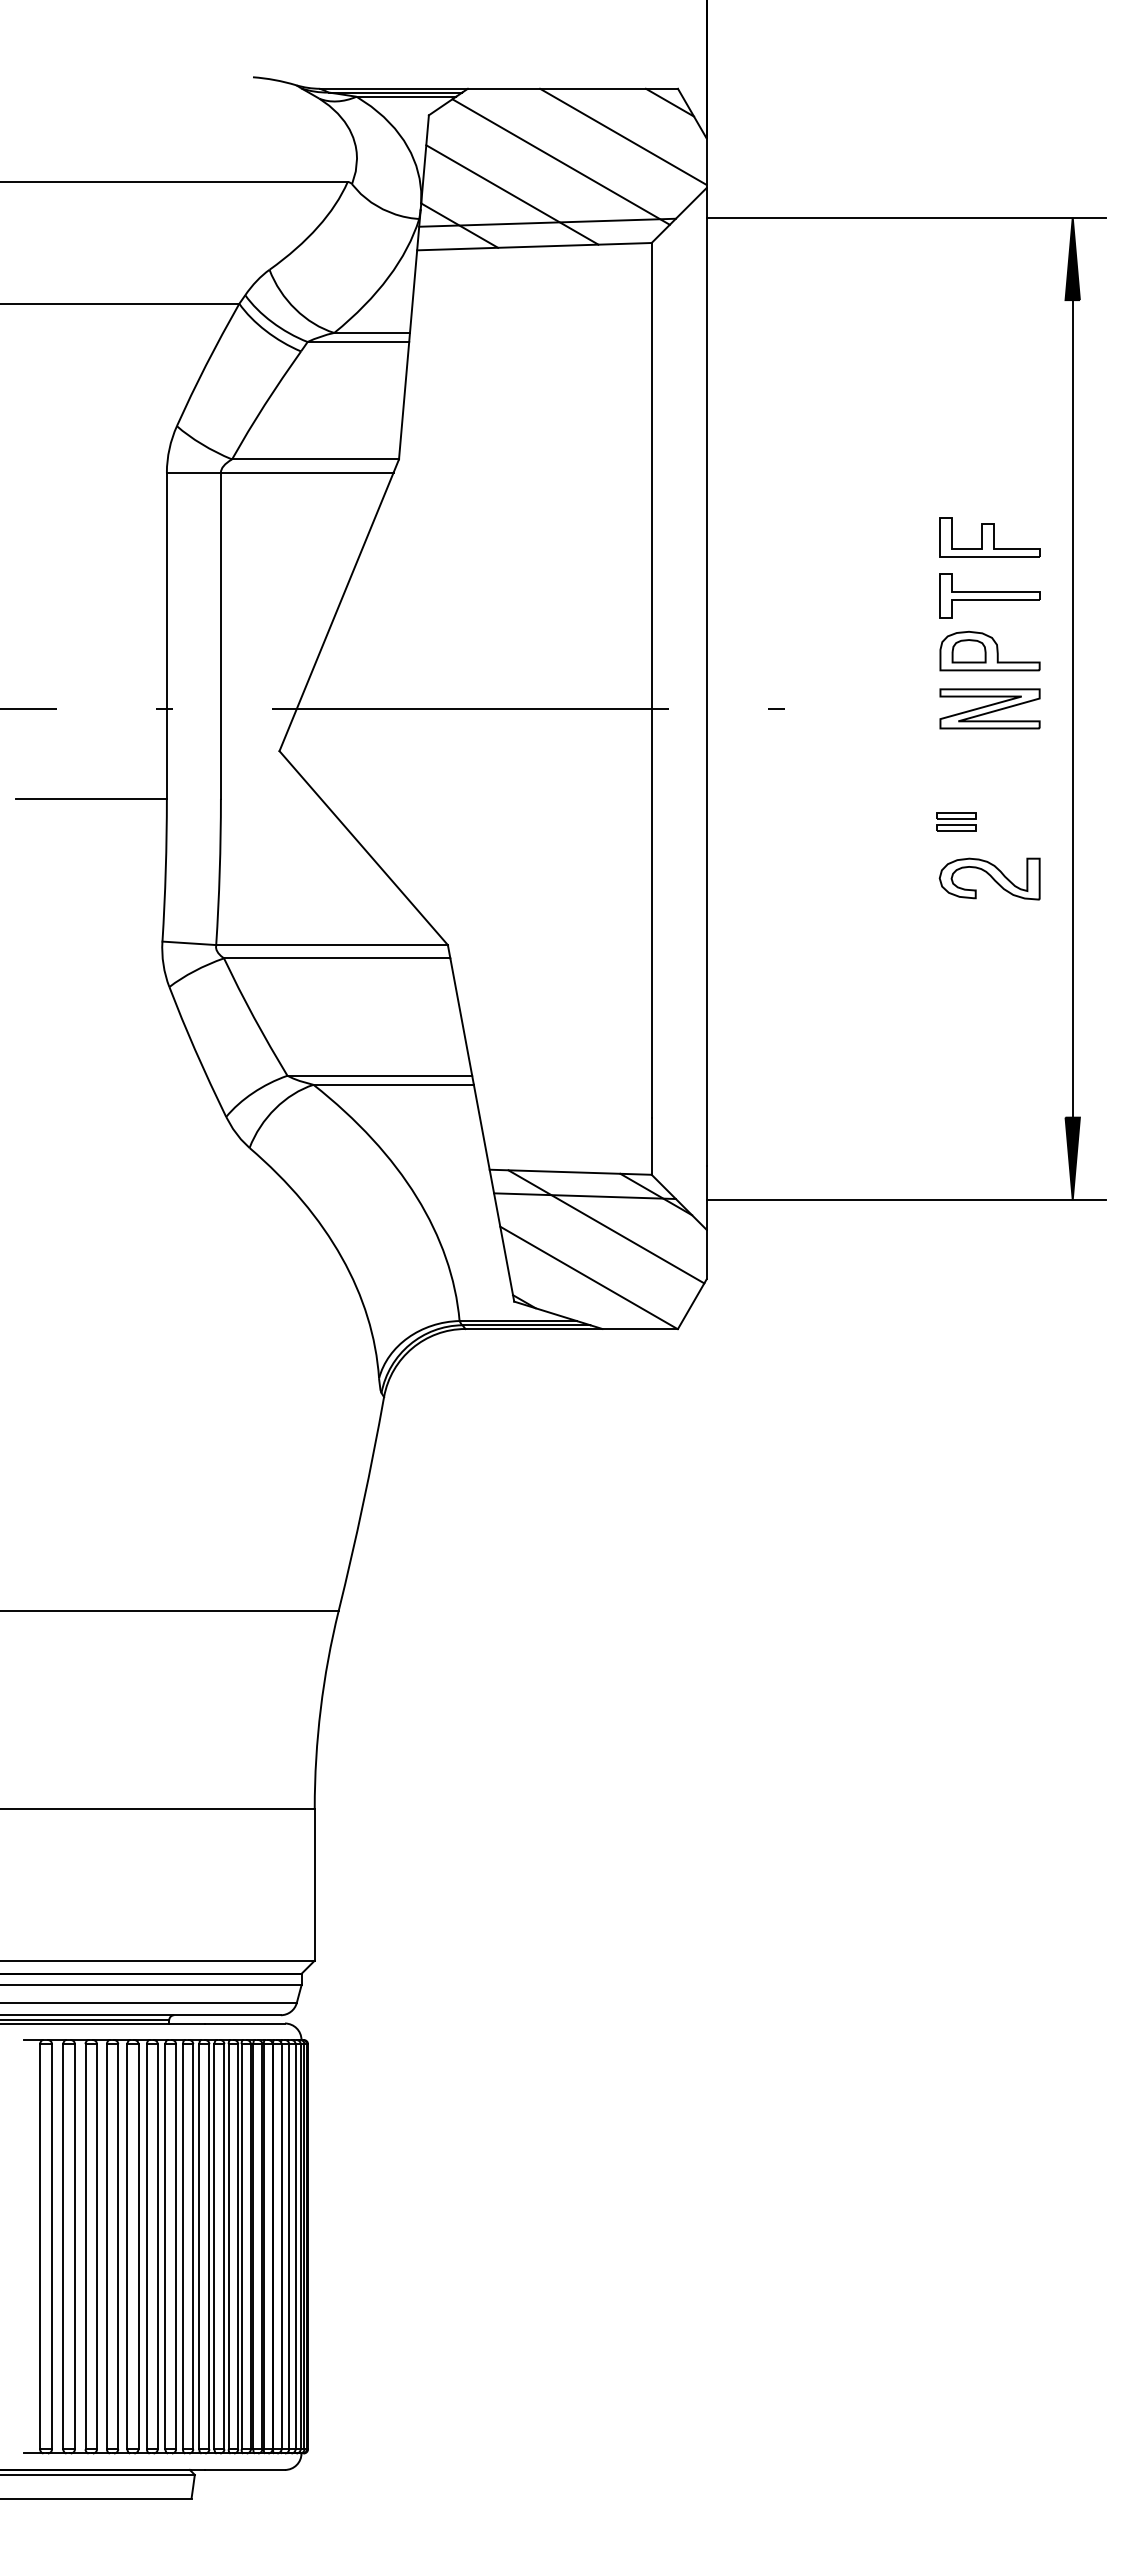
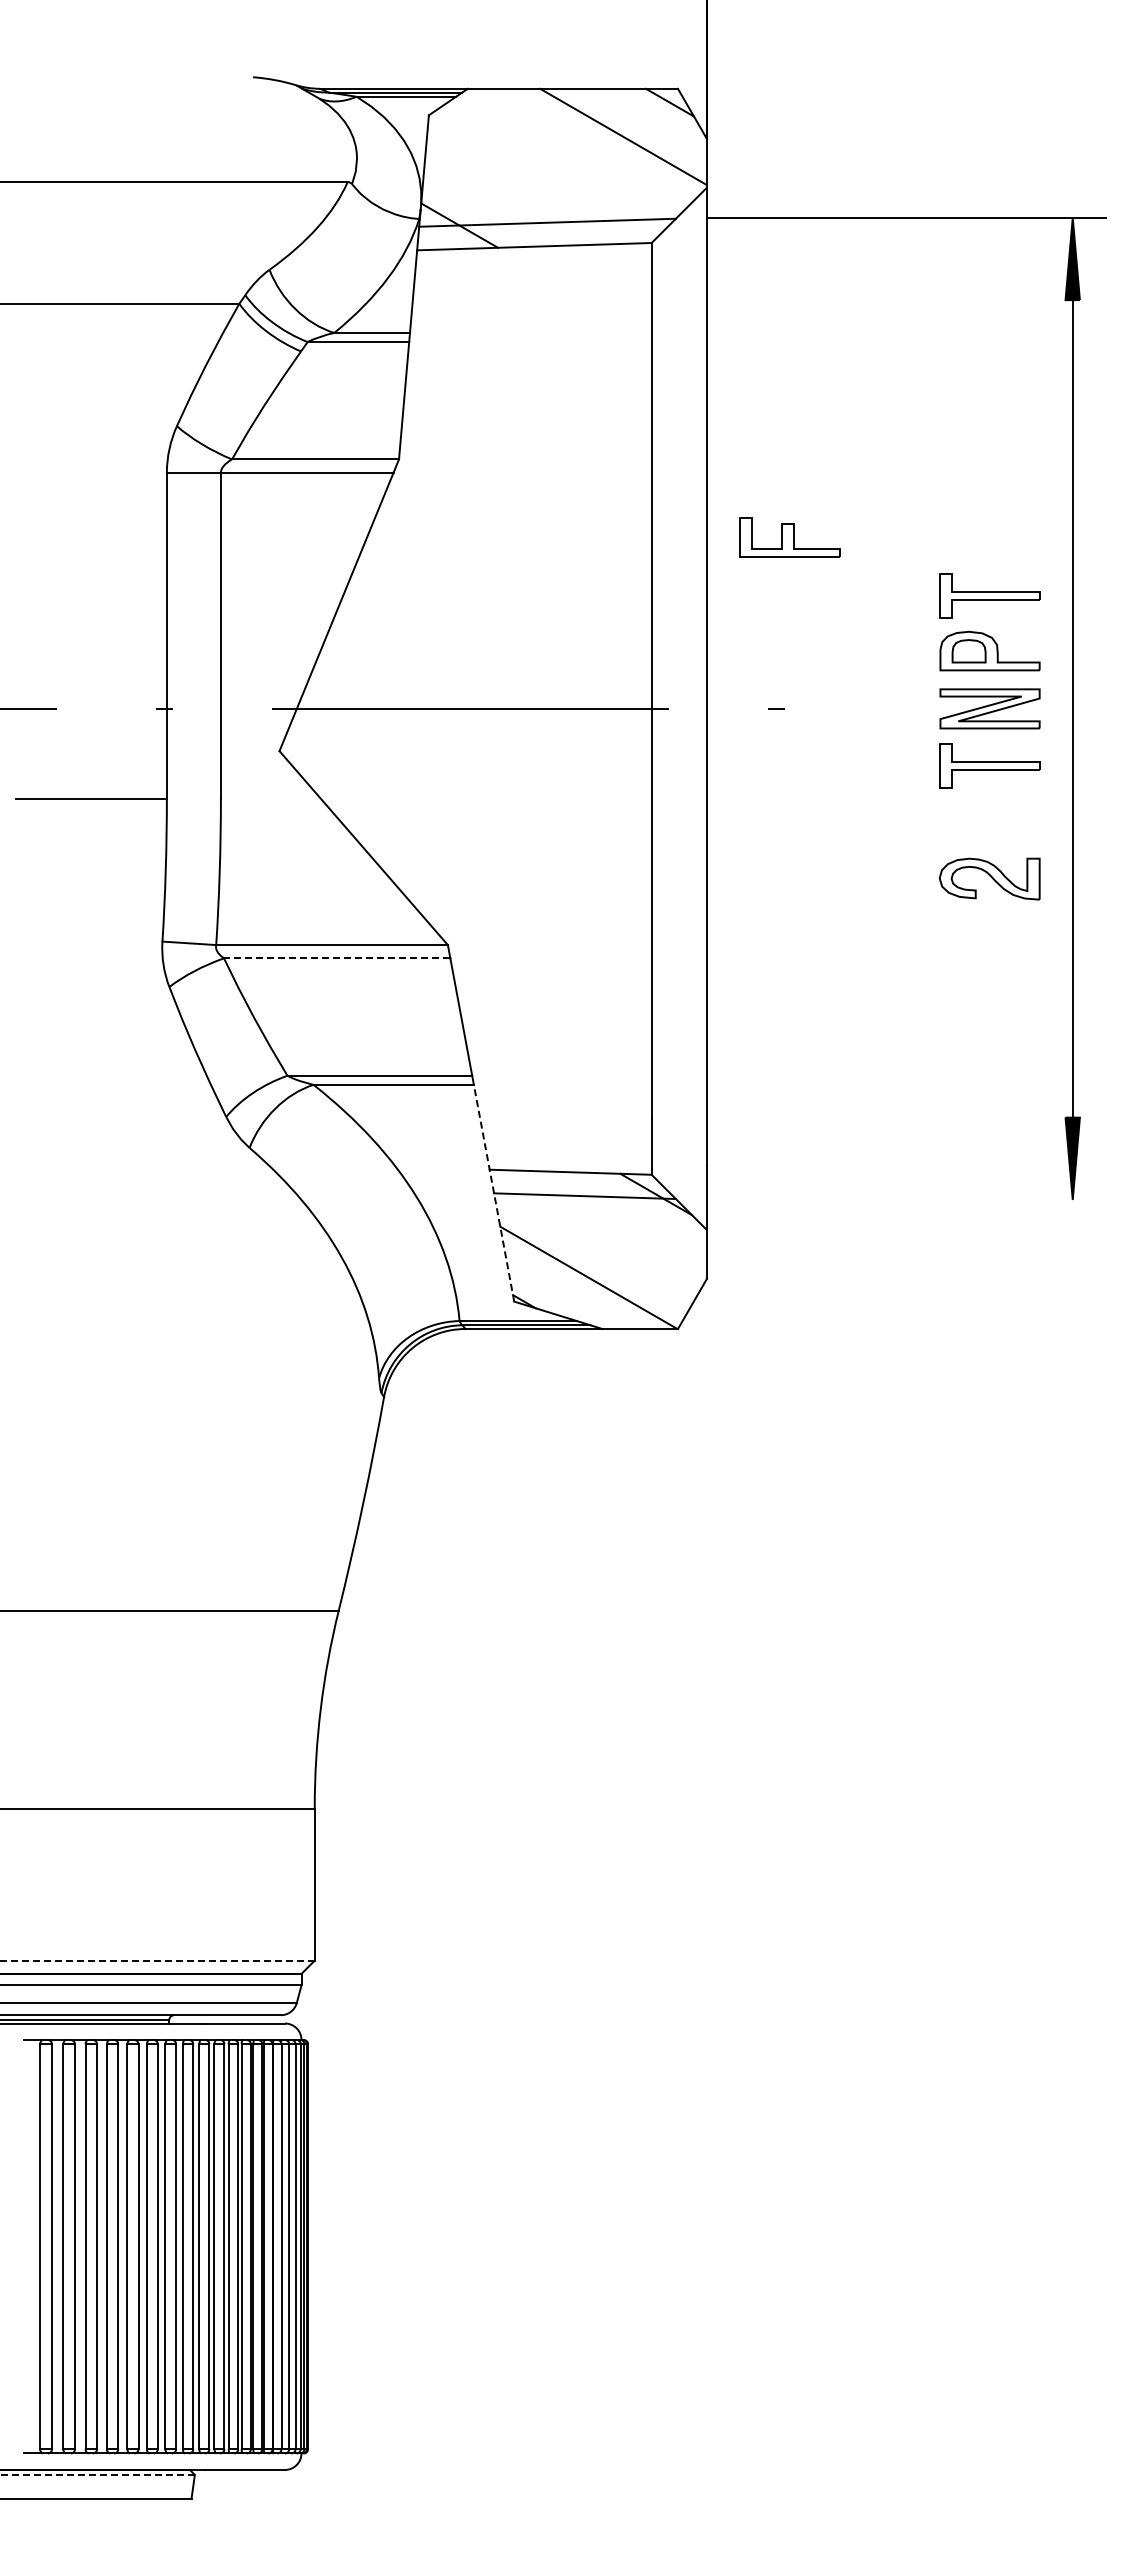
line at (560, 161): present -> none
line at (512, 194): present -> none
part at (989, 537) position: (989, 537) -> (789, 537)
part at (989, 765): none -> present
part at (956, 821): present -> none
line at (336, 958): solid -> dashed
line at (493, 1192): solid -> dashed
line at (905, 1199): present -> none
line at (606, 1226): present -> none
line at (156, 1960): solid -> dashed
line at (96, 2474): solid -> dashed
